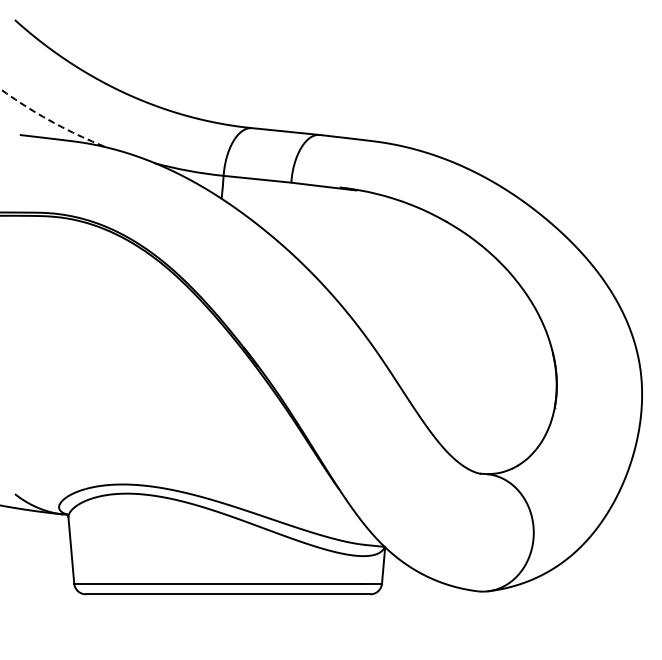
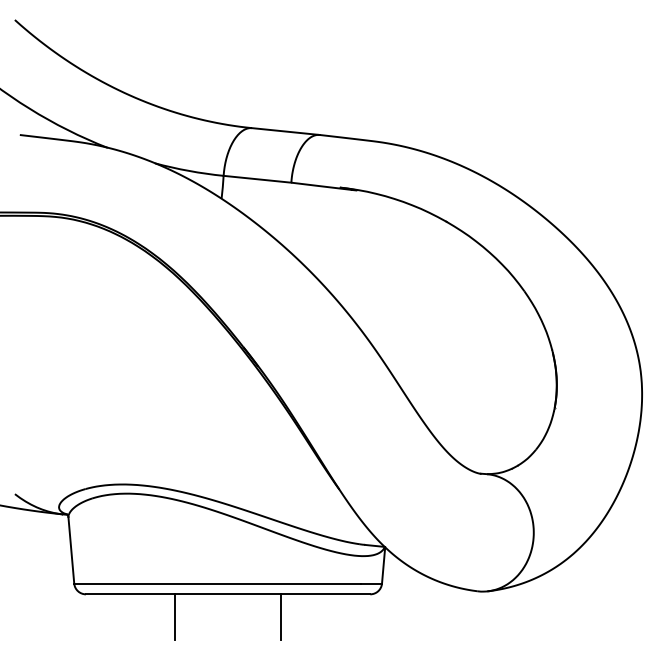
arc at (52, 122): dashed -> solid
line at (175, 616): none -> present
line at (281, 616): none -> present
